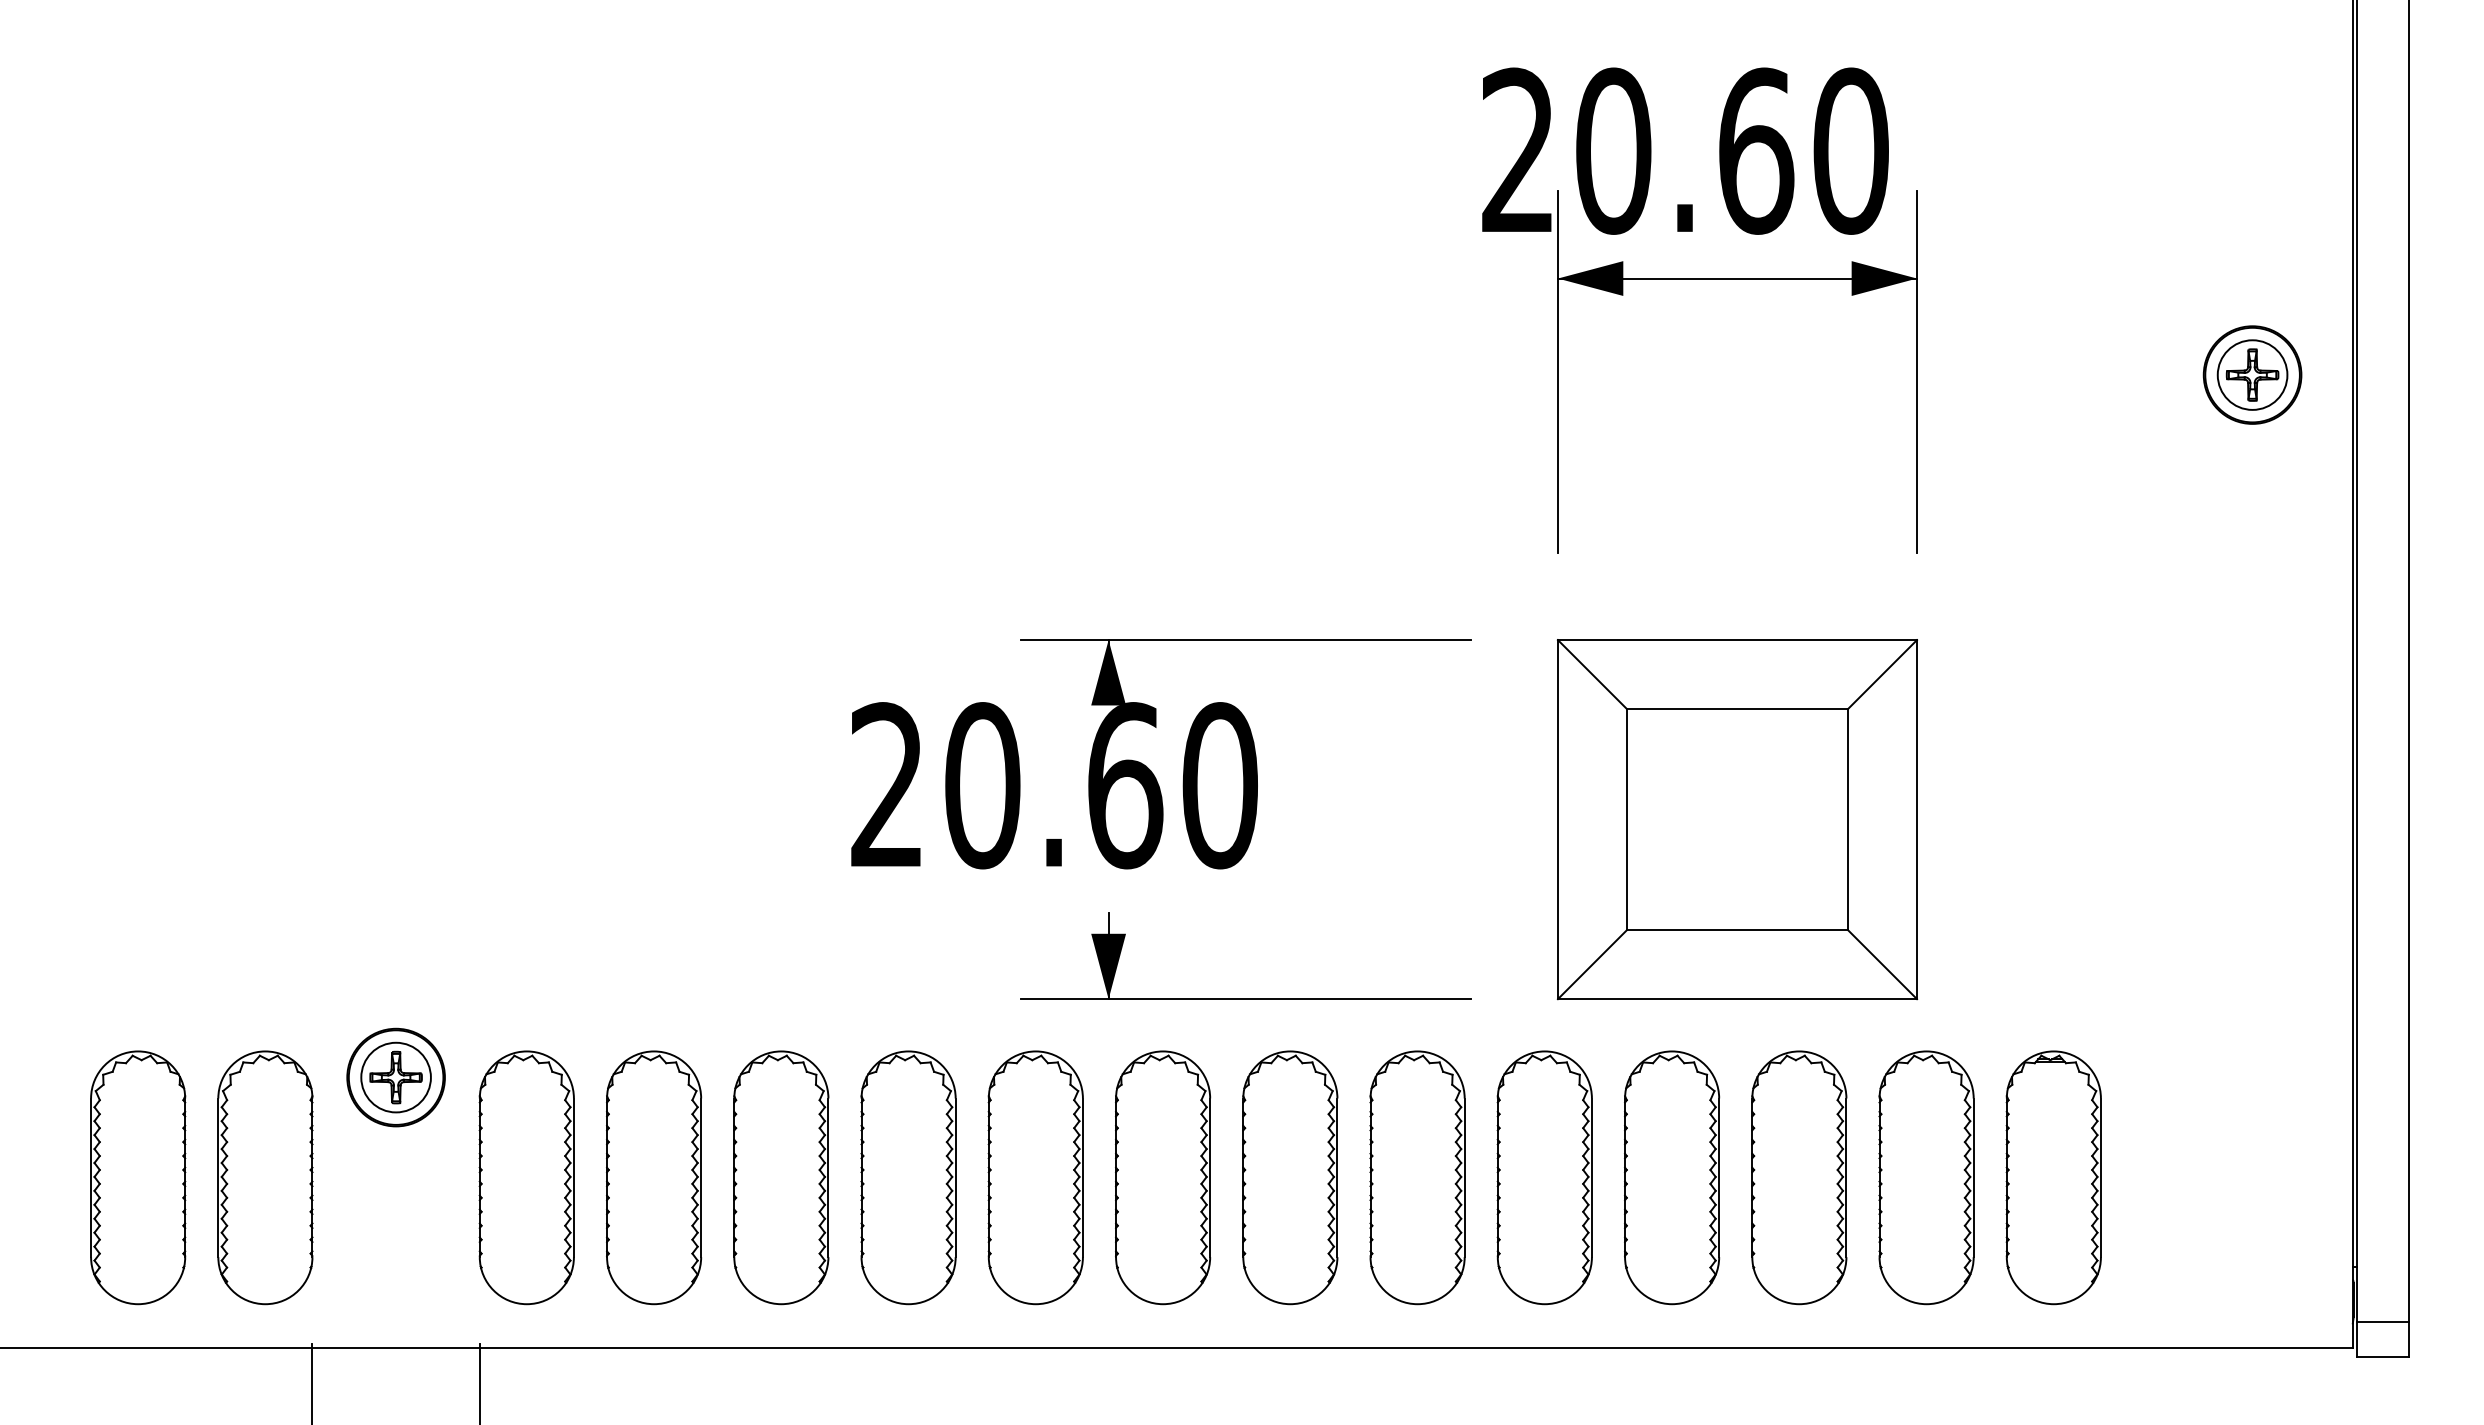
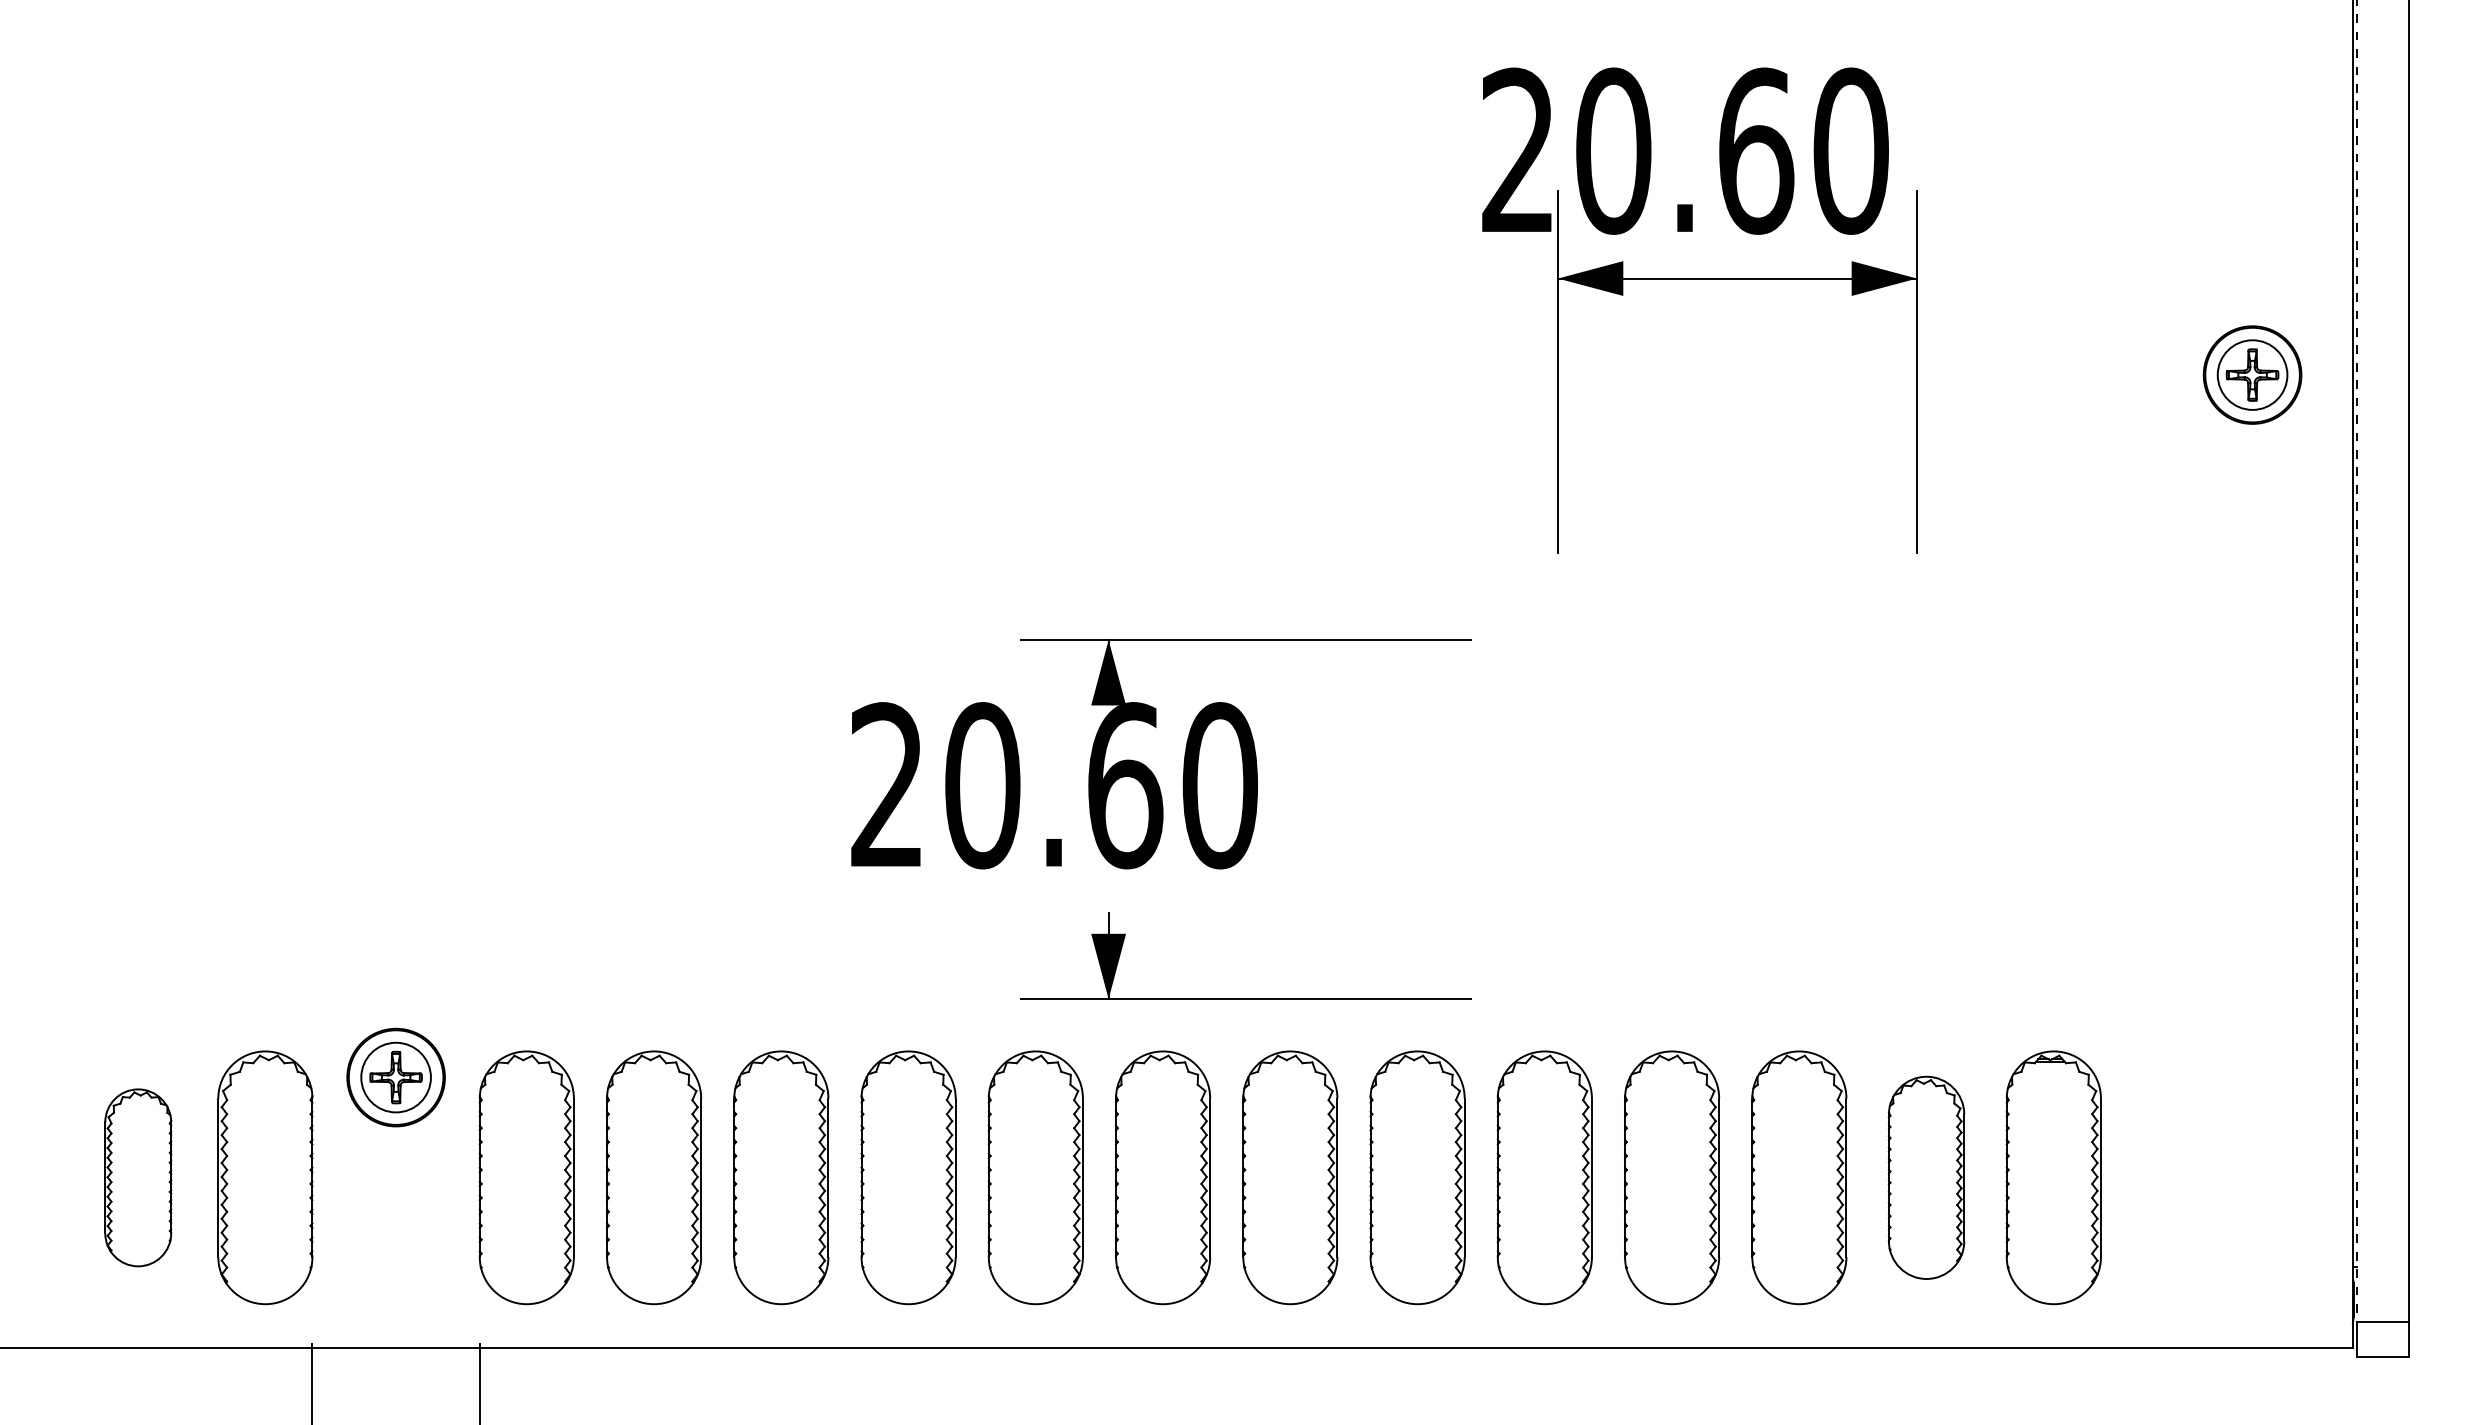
line at (2357, 661): solid -> dashed
part at (1737, 819): present -> none
part at (138, 1177) size: 97x256 px -> 69x180 px
part at (1926, 1177) size: 97x256 px -> 79x205 px
